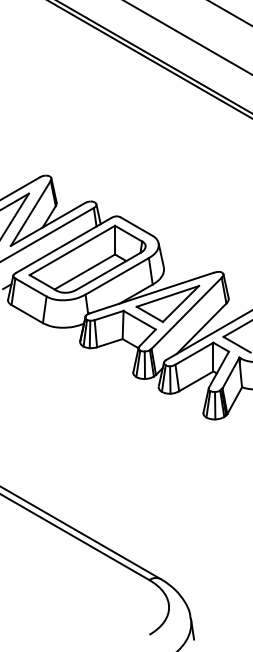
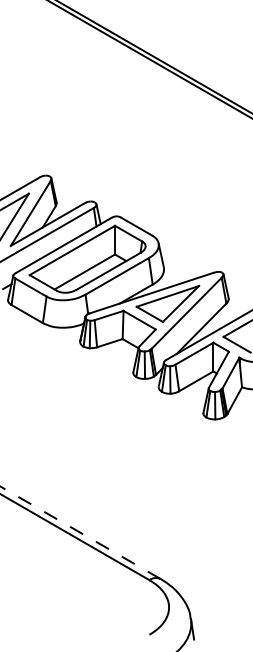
line at (230, 13): present -> none
line at (187, 37): present -> none
line at (80, 532): solid -> dashed
